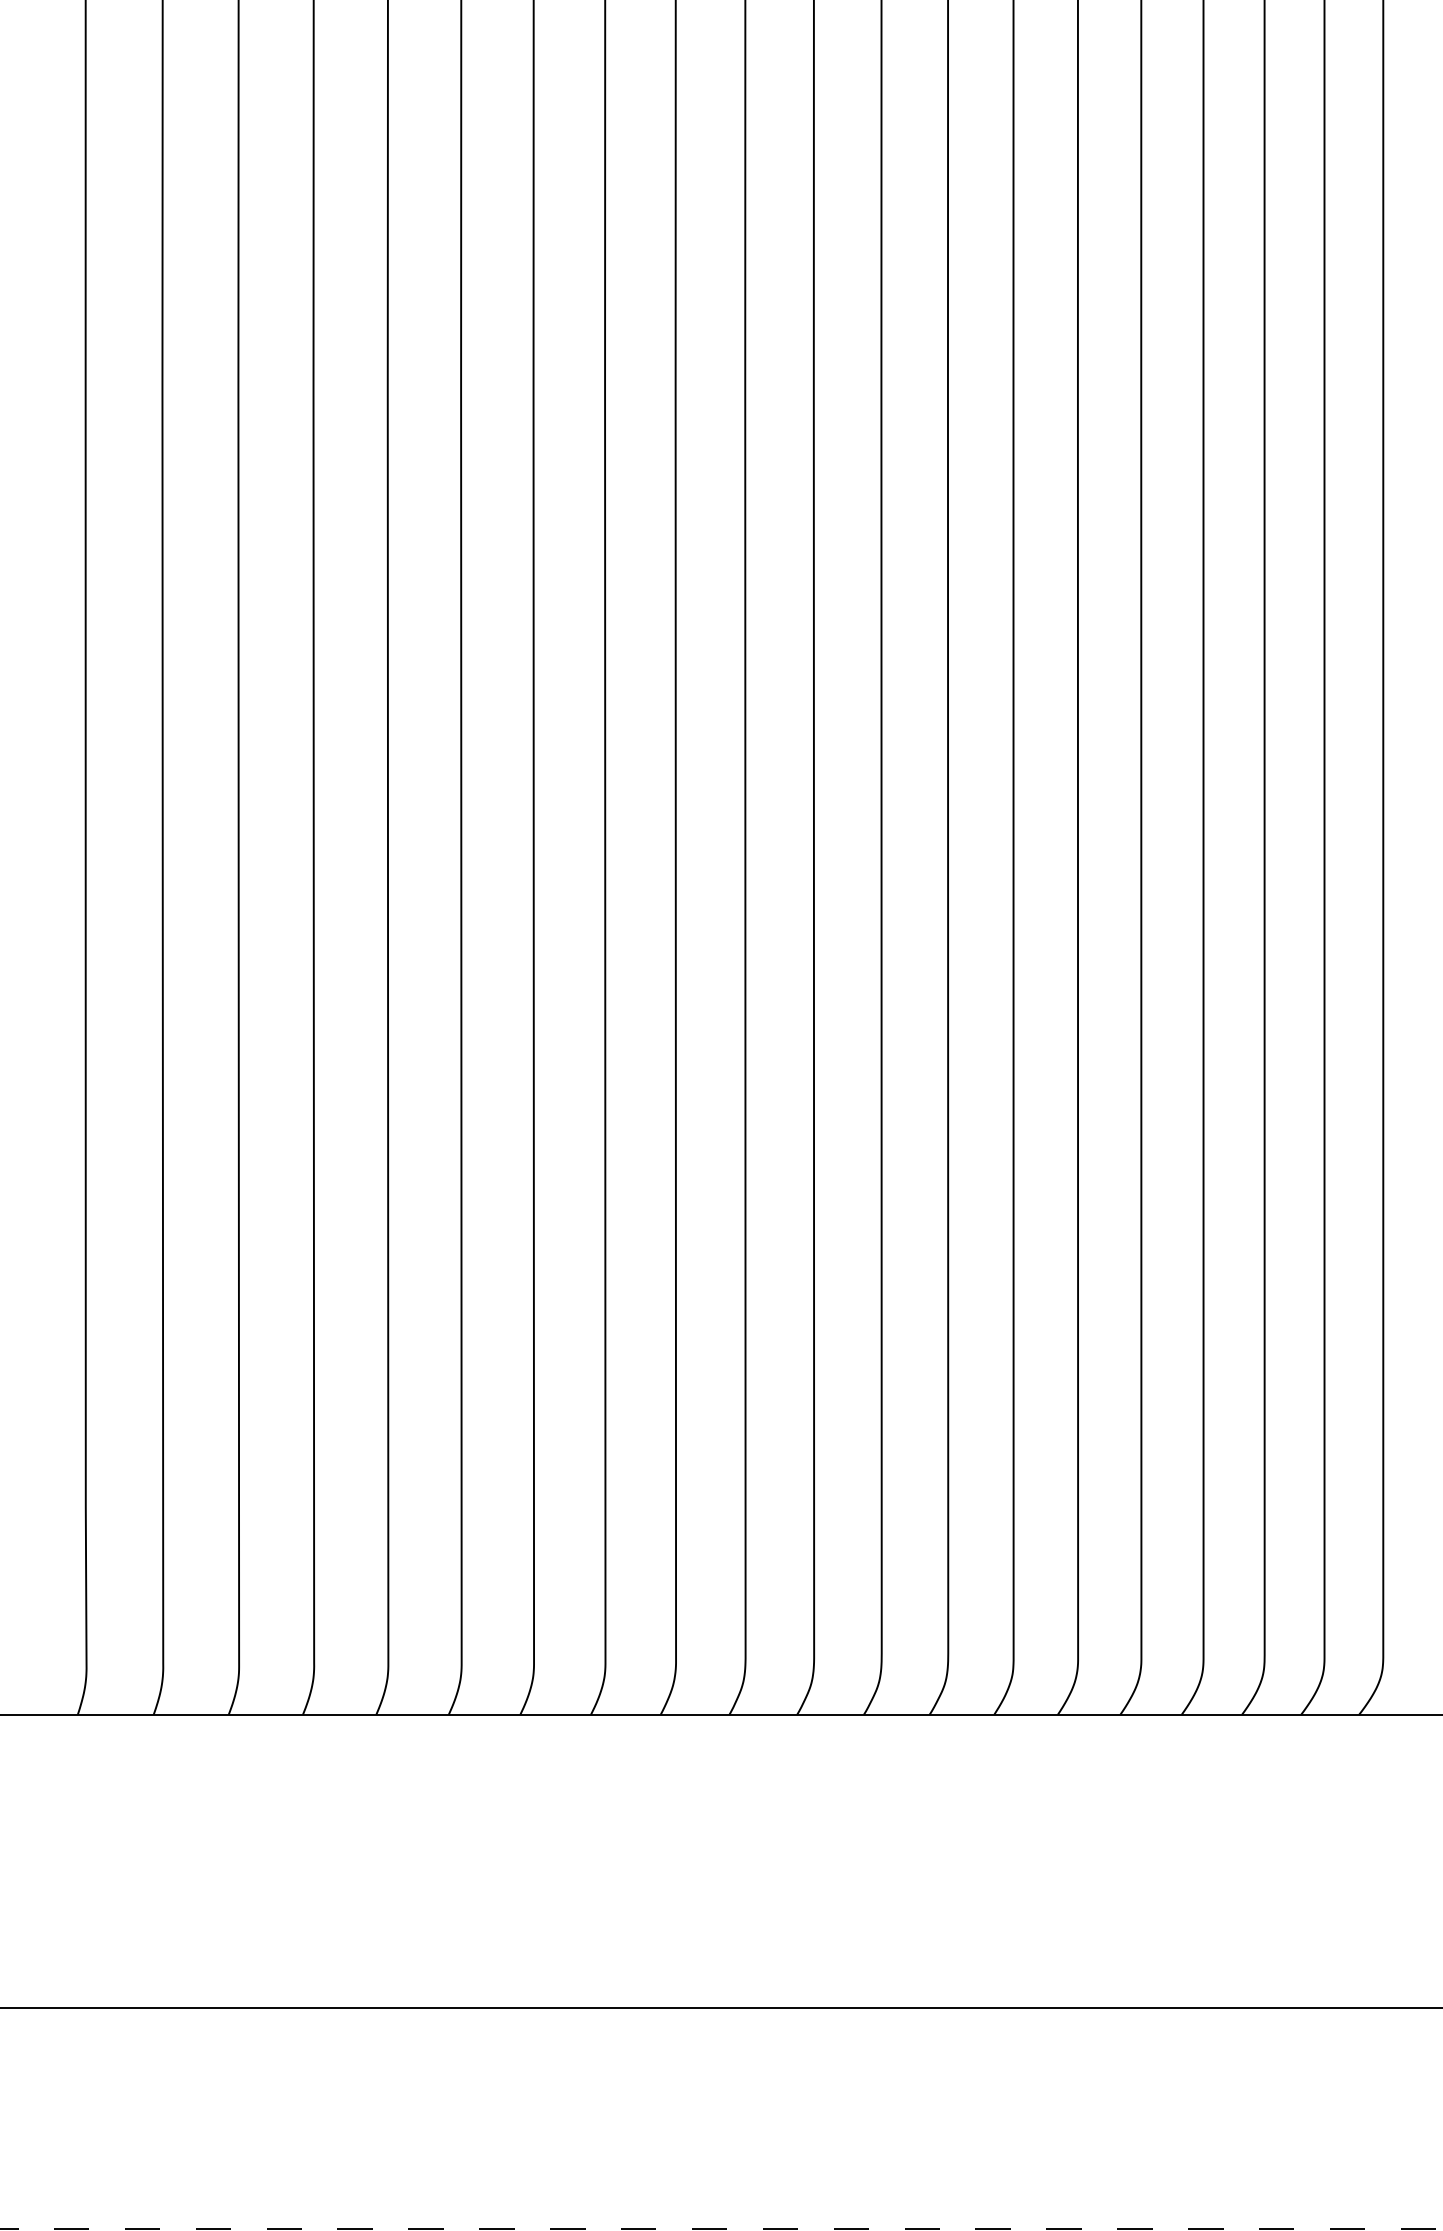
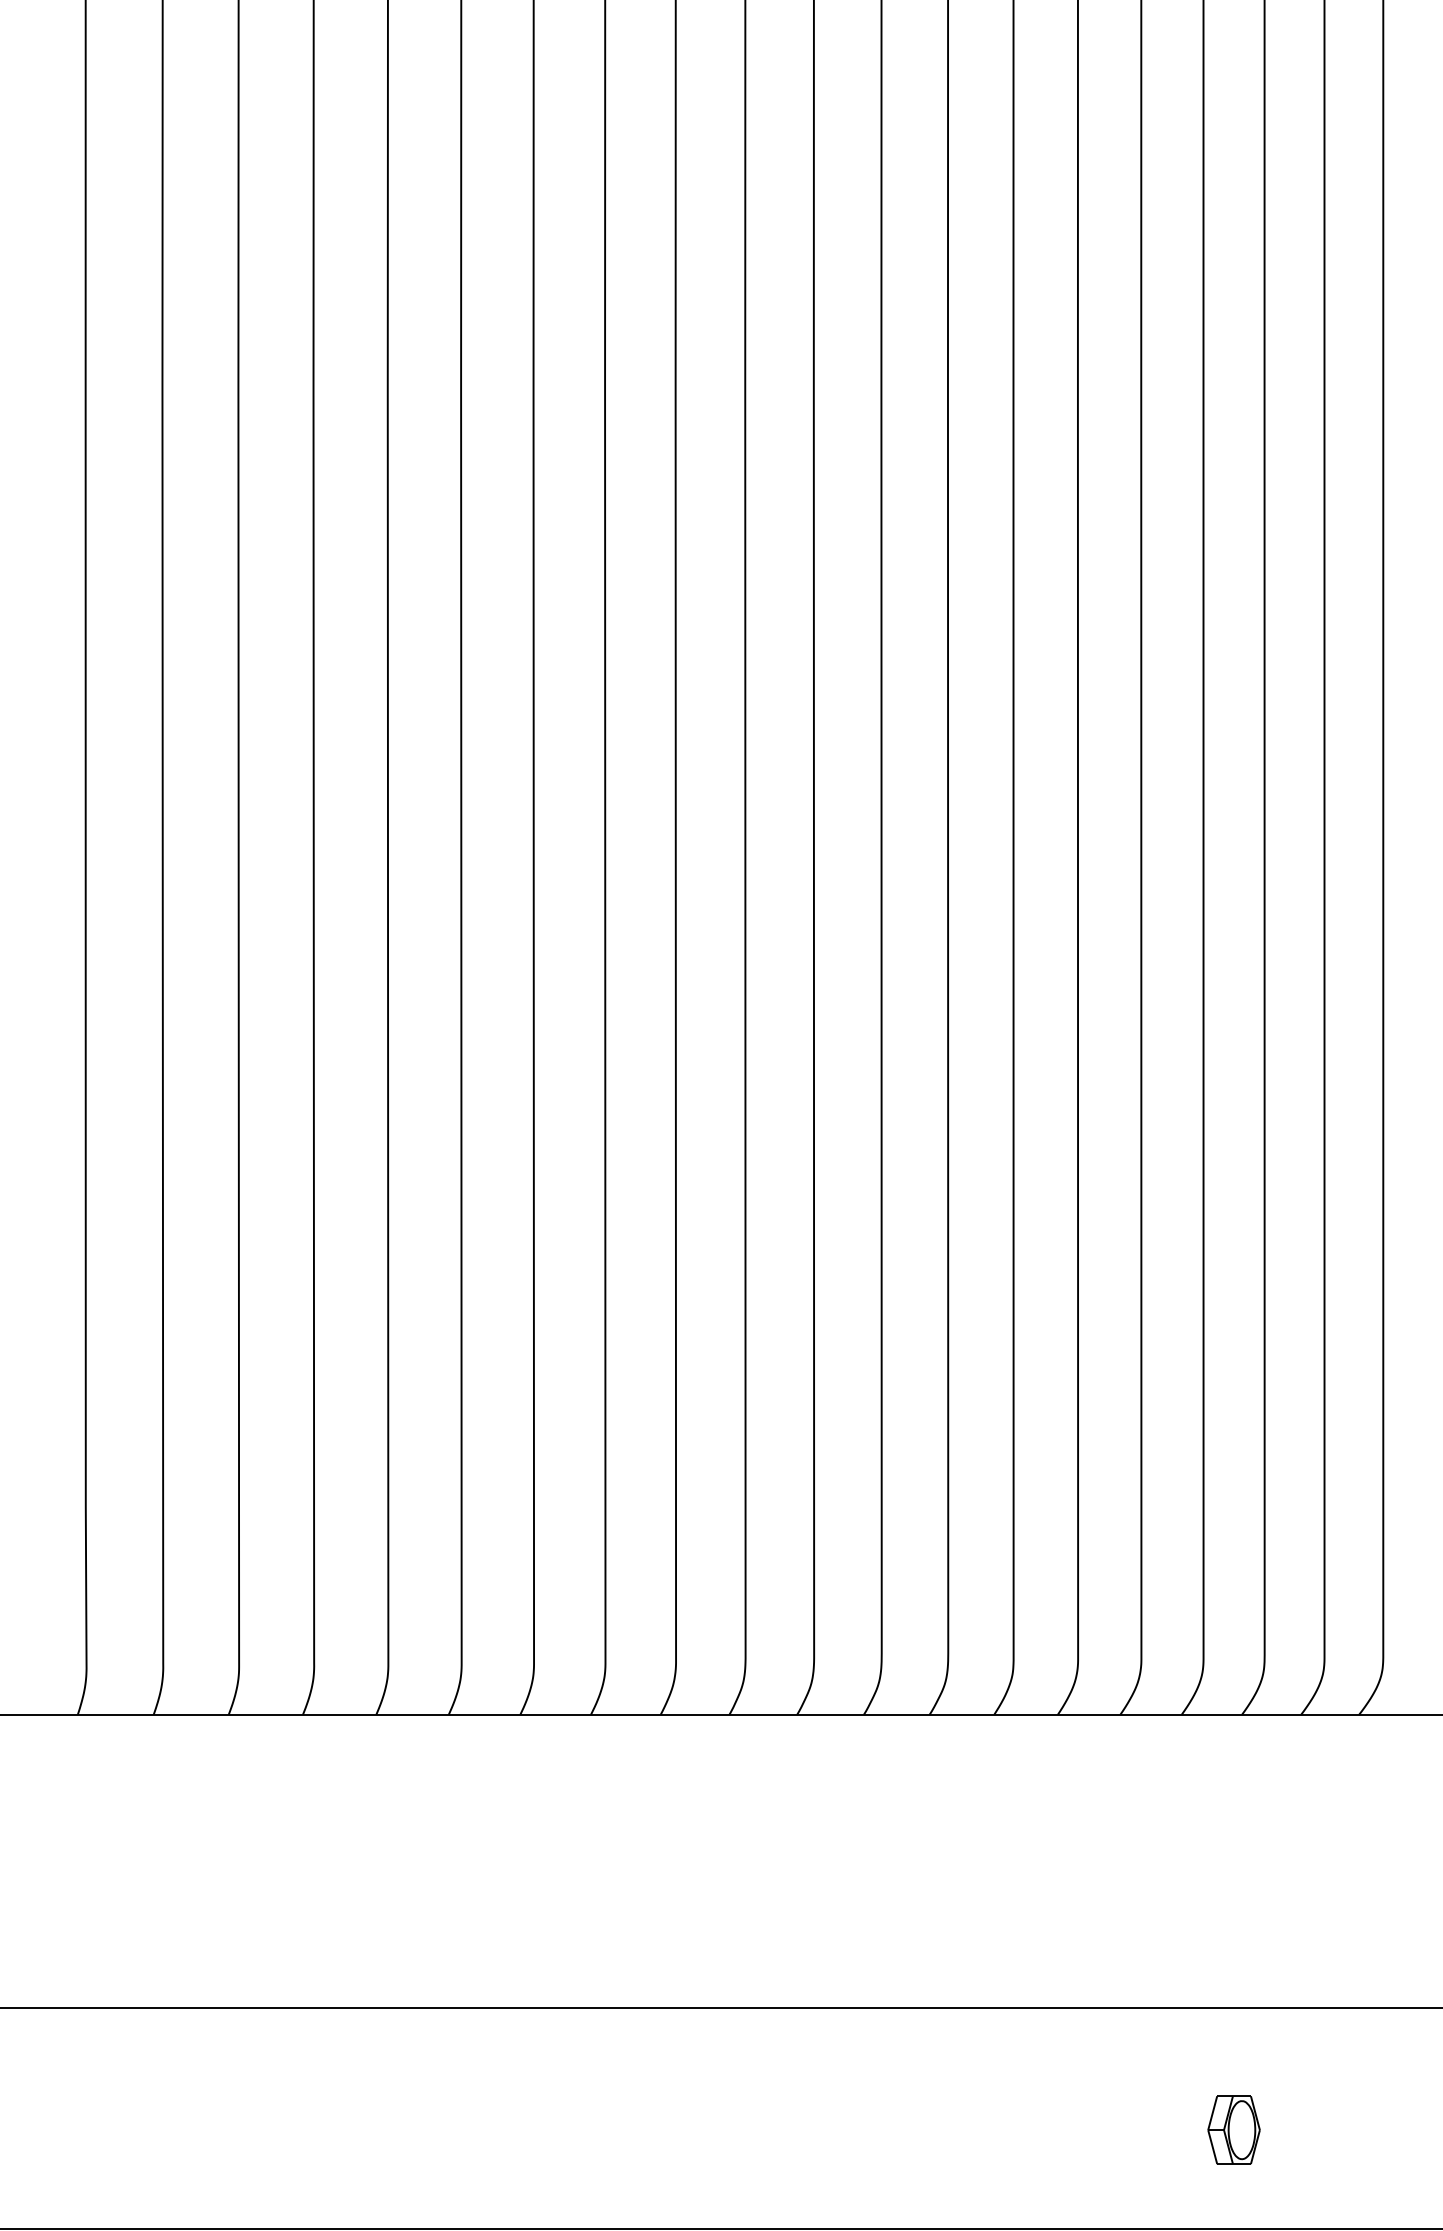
part at (1233, 2129): none -> present
line at (722, 2229): dashed -> solid
